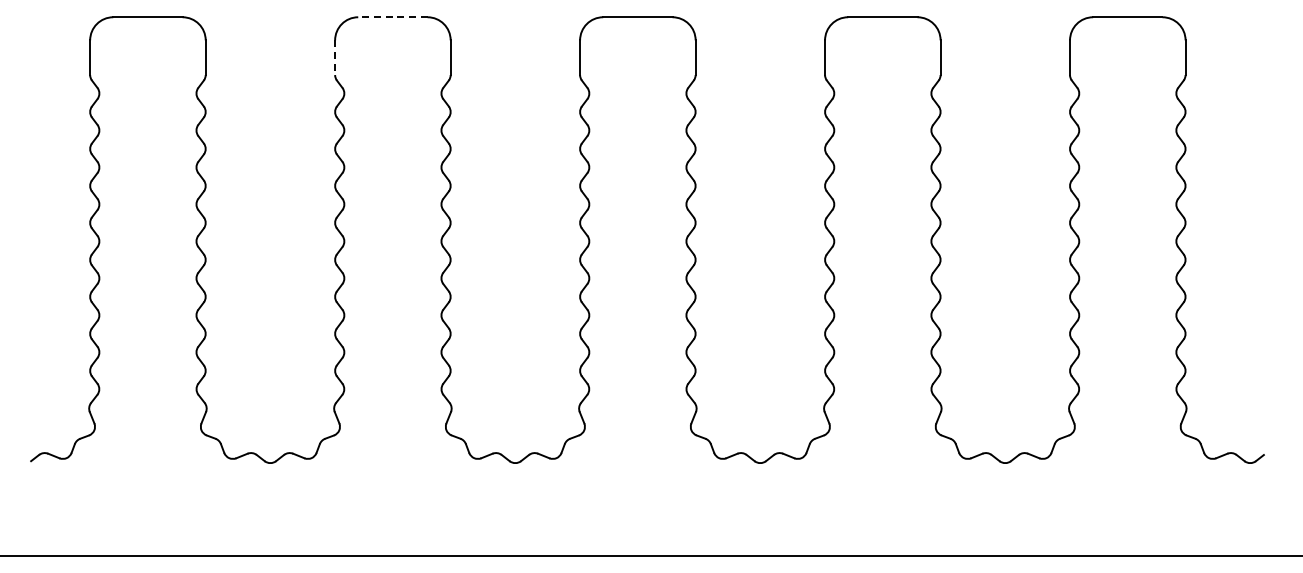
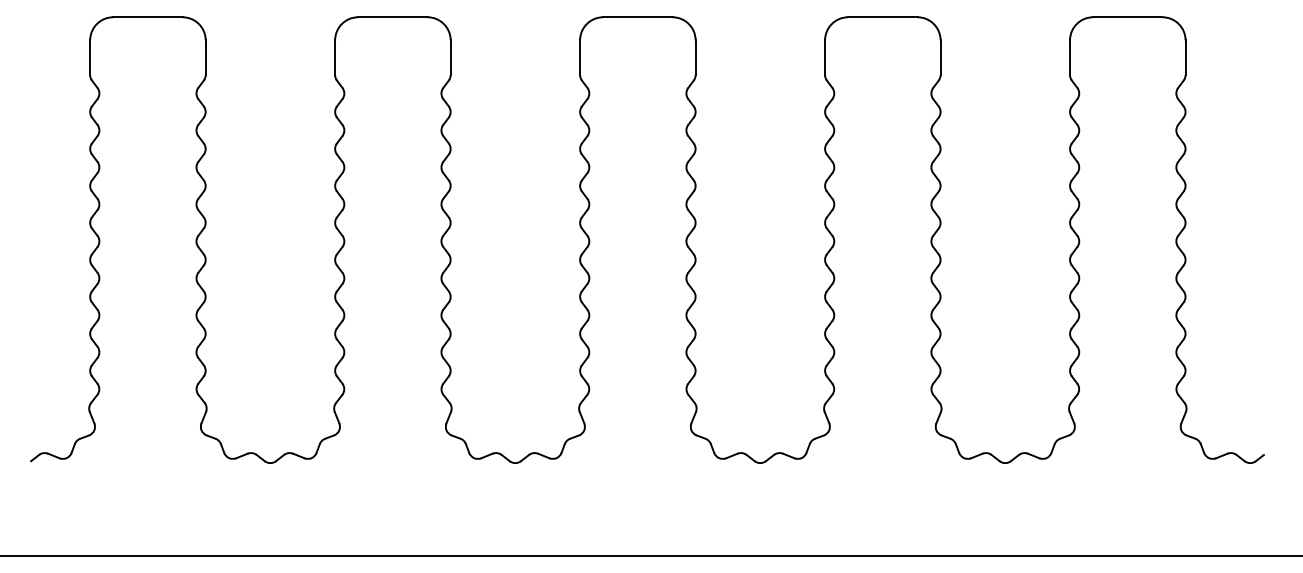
line at (392, 17): dashed -> solid
line at (335, 58): dashed -> solid
